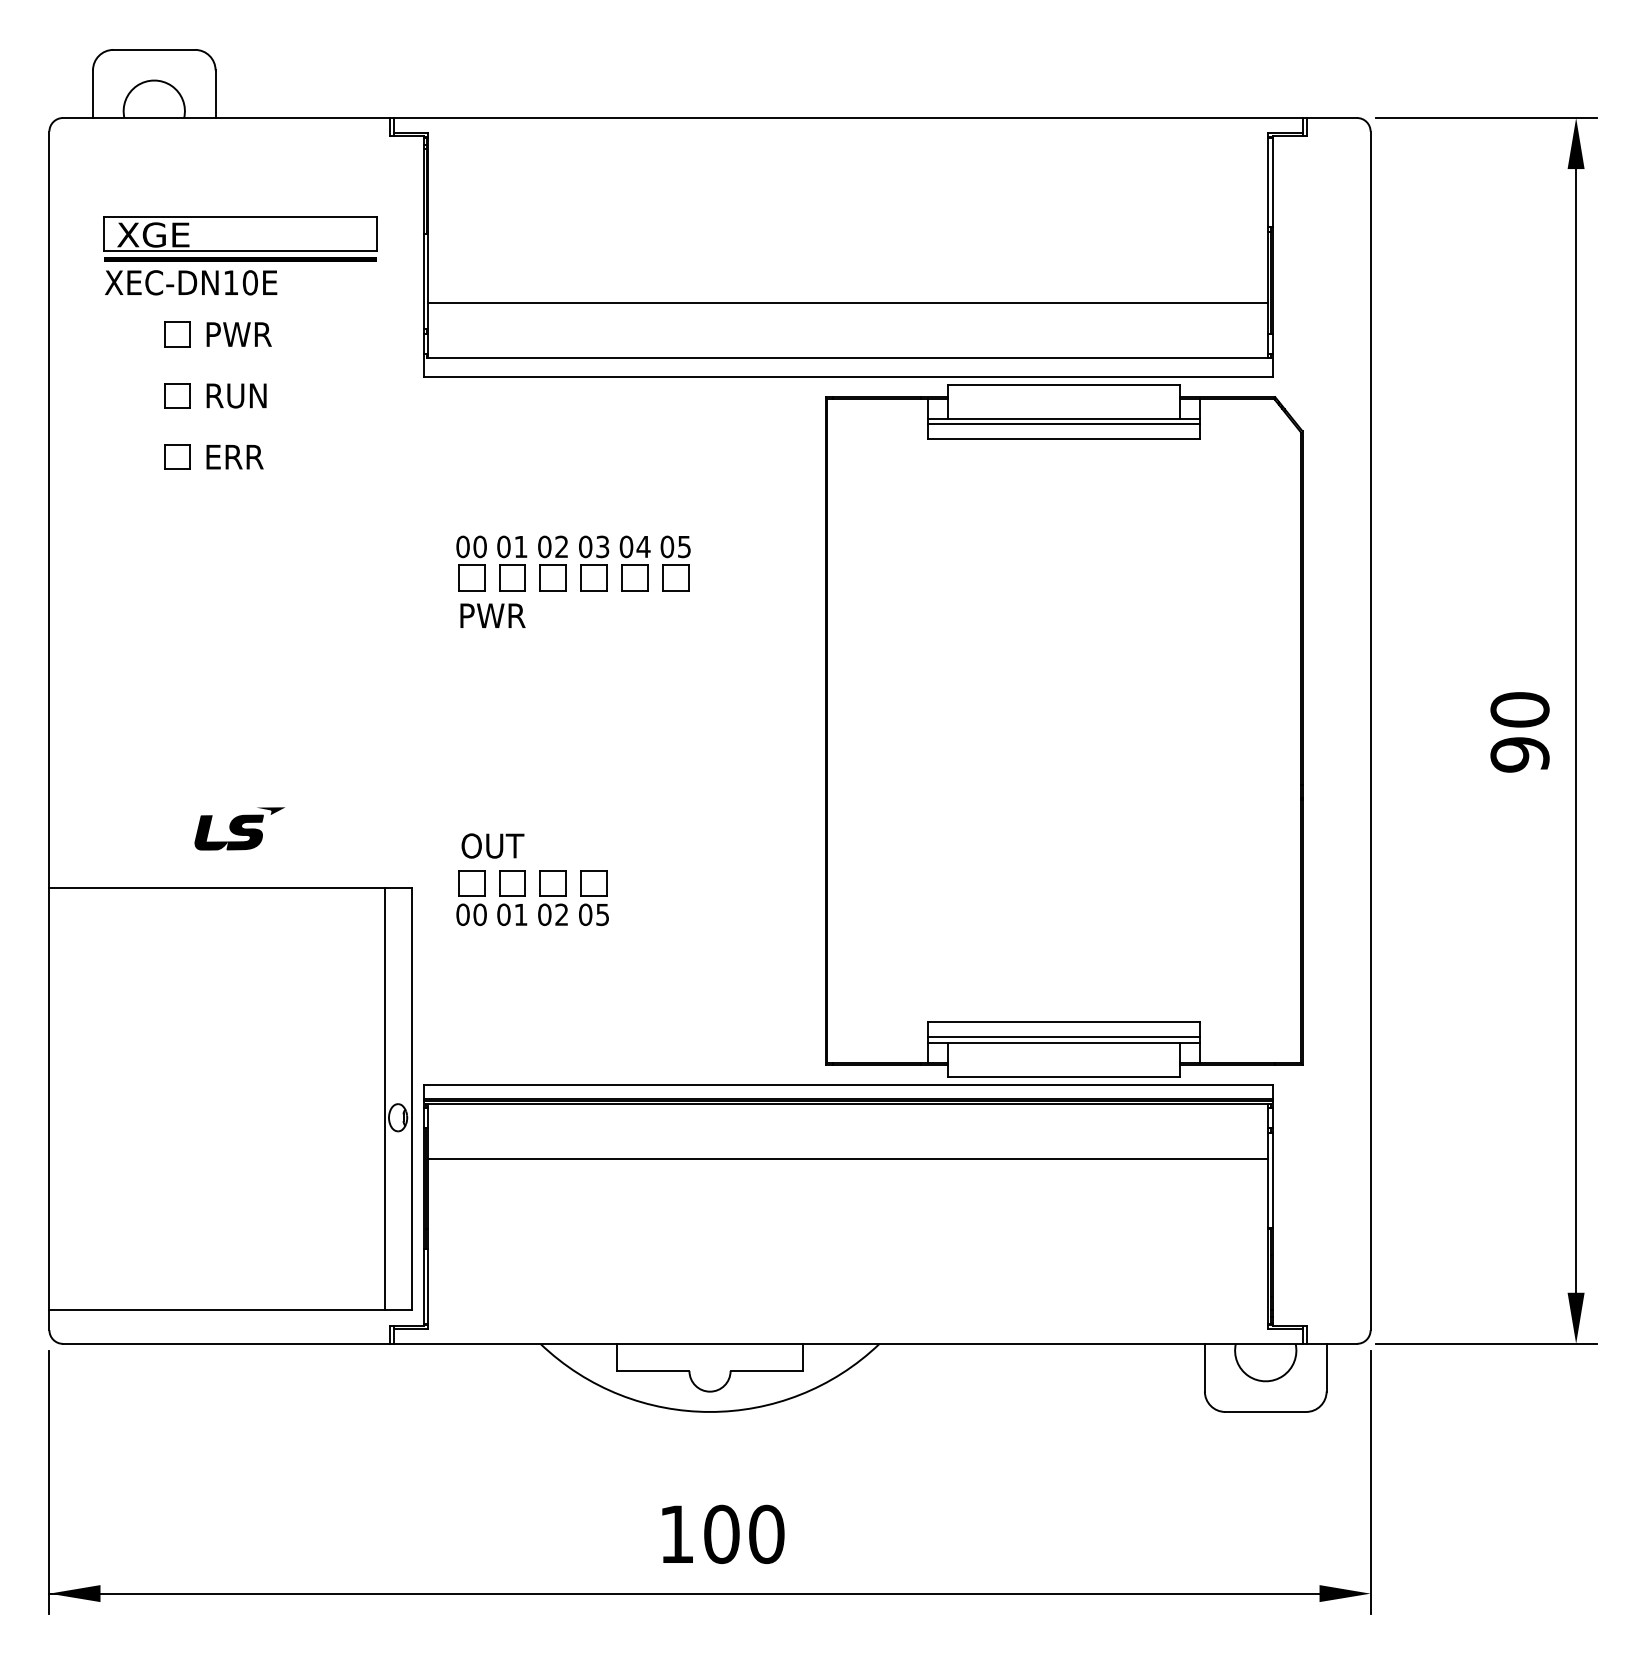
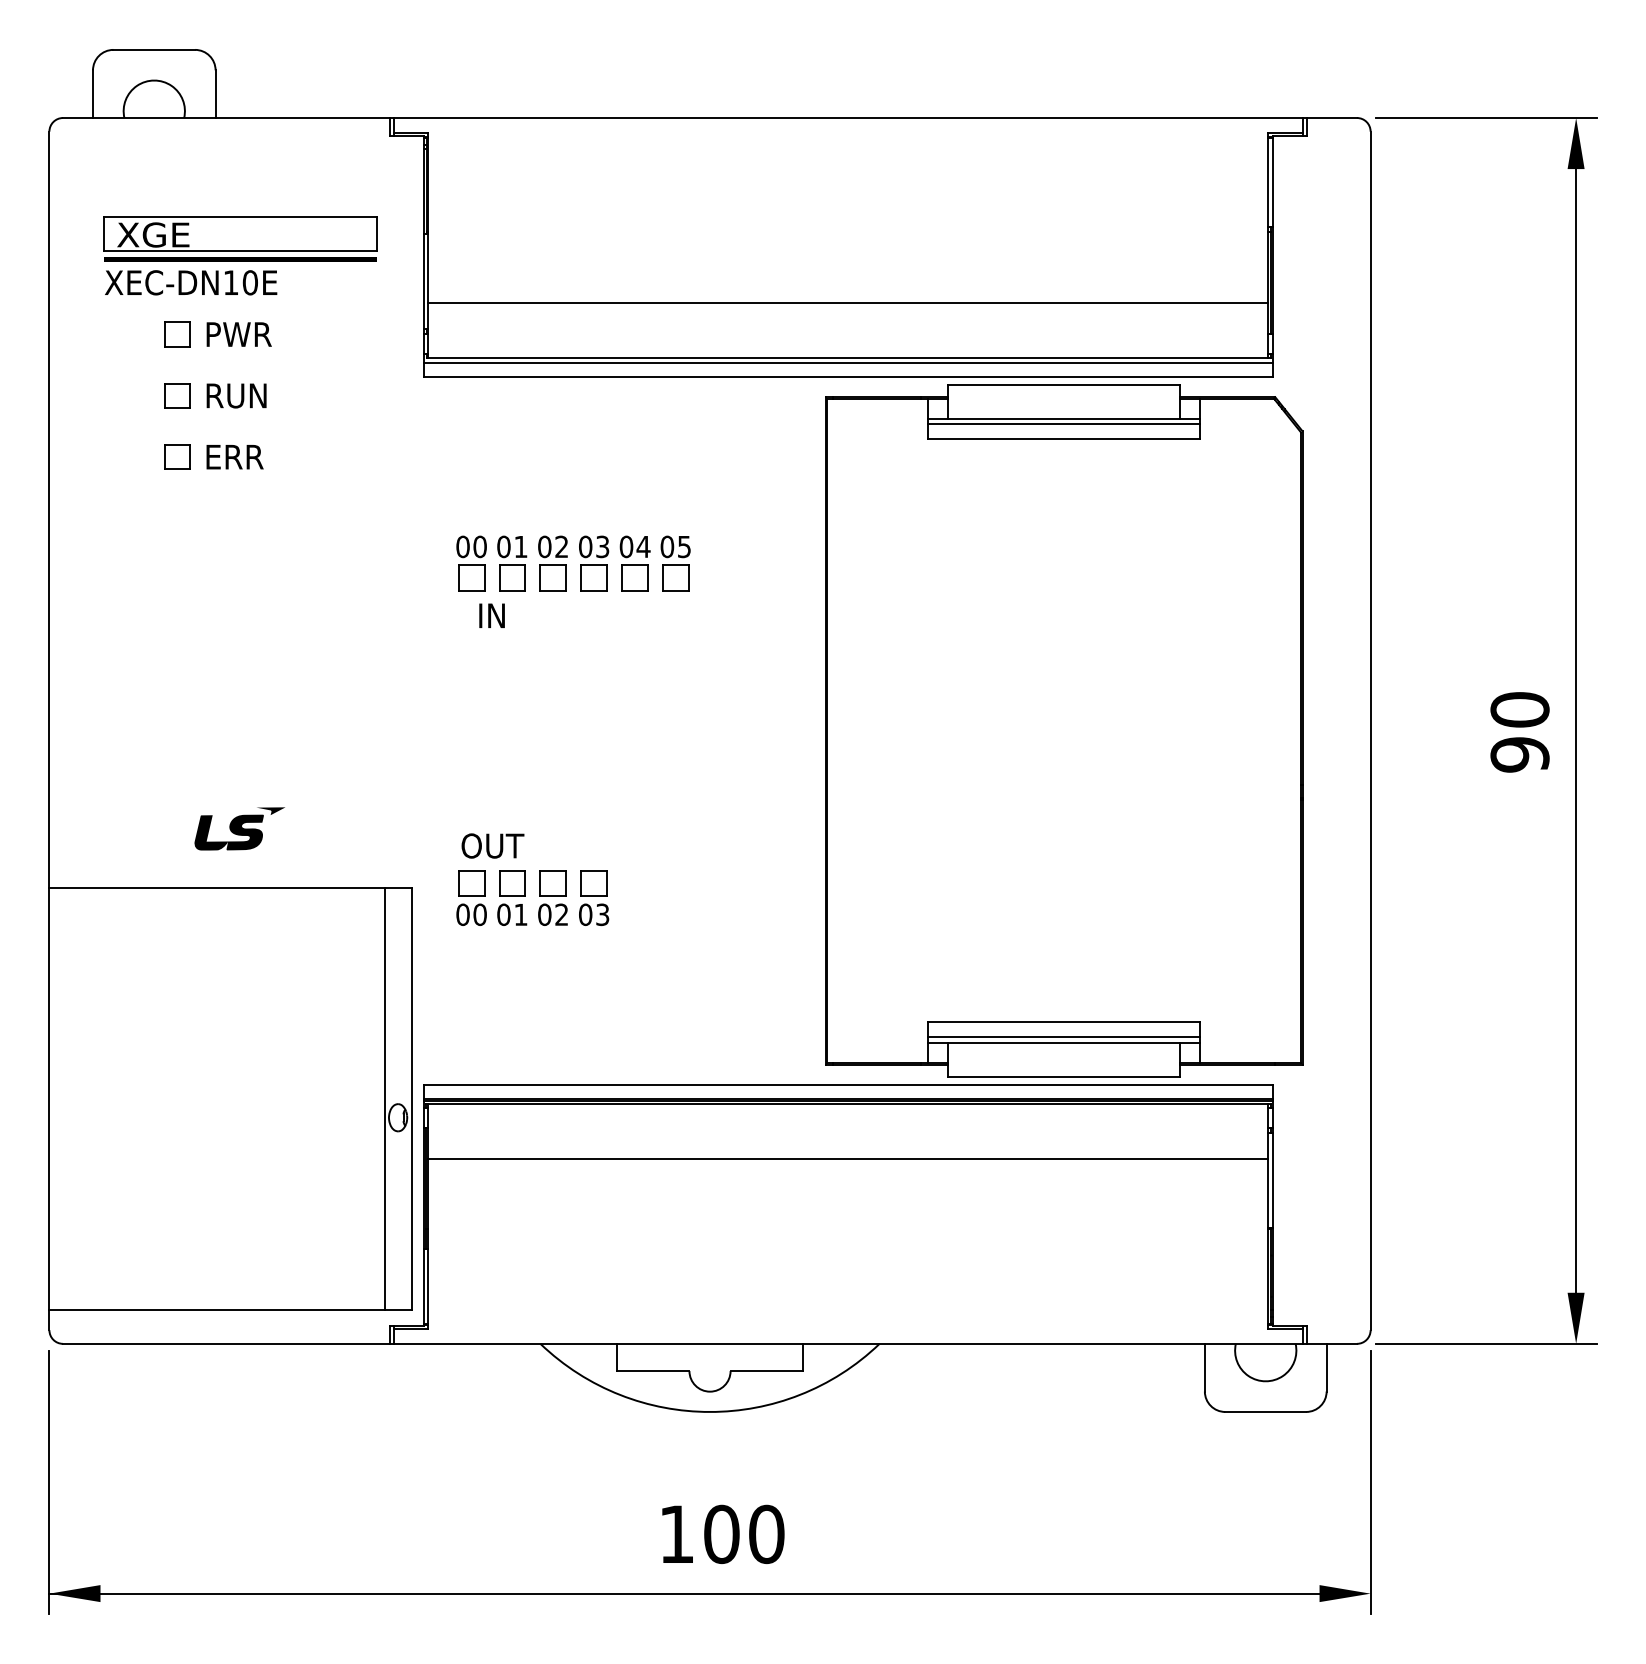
line at (847, 363): none -> present
text at (492, 615): PWR -> IN
text at (602, 914): 05 -> 03
